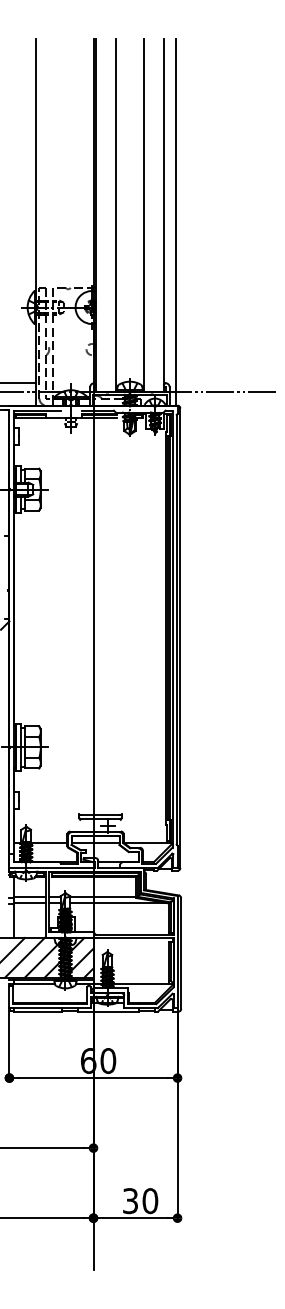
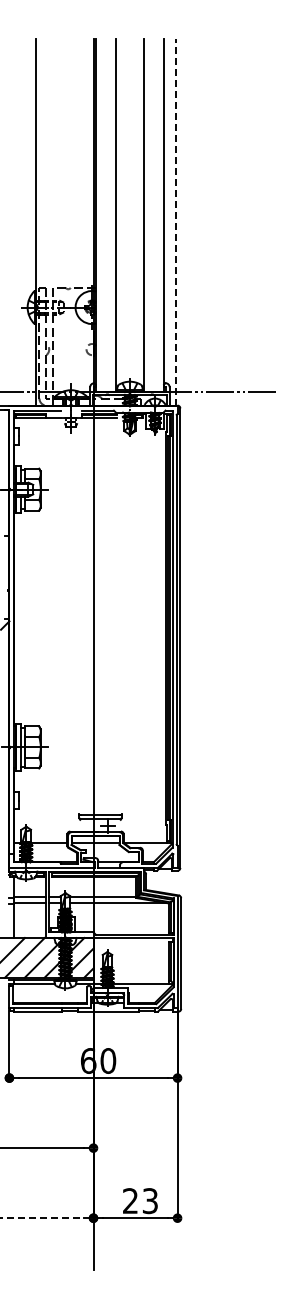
line at (176, 221): solid -> dashed
line at (19, 383): present -> none
text at (140, 1201): 30 -> 23
line at (42, 1218): solid -> dashed
